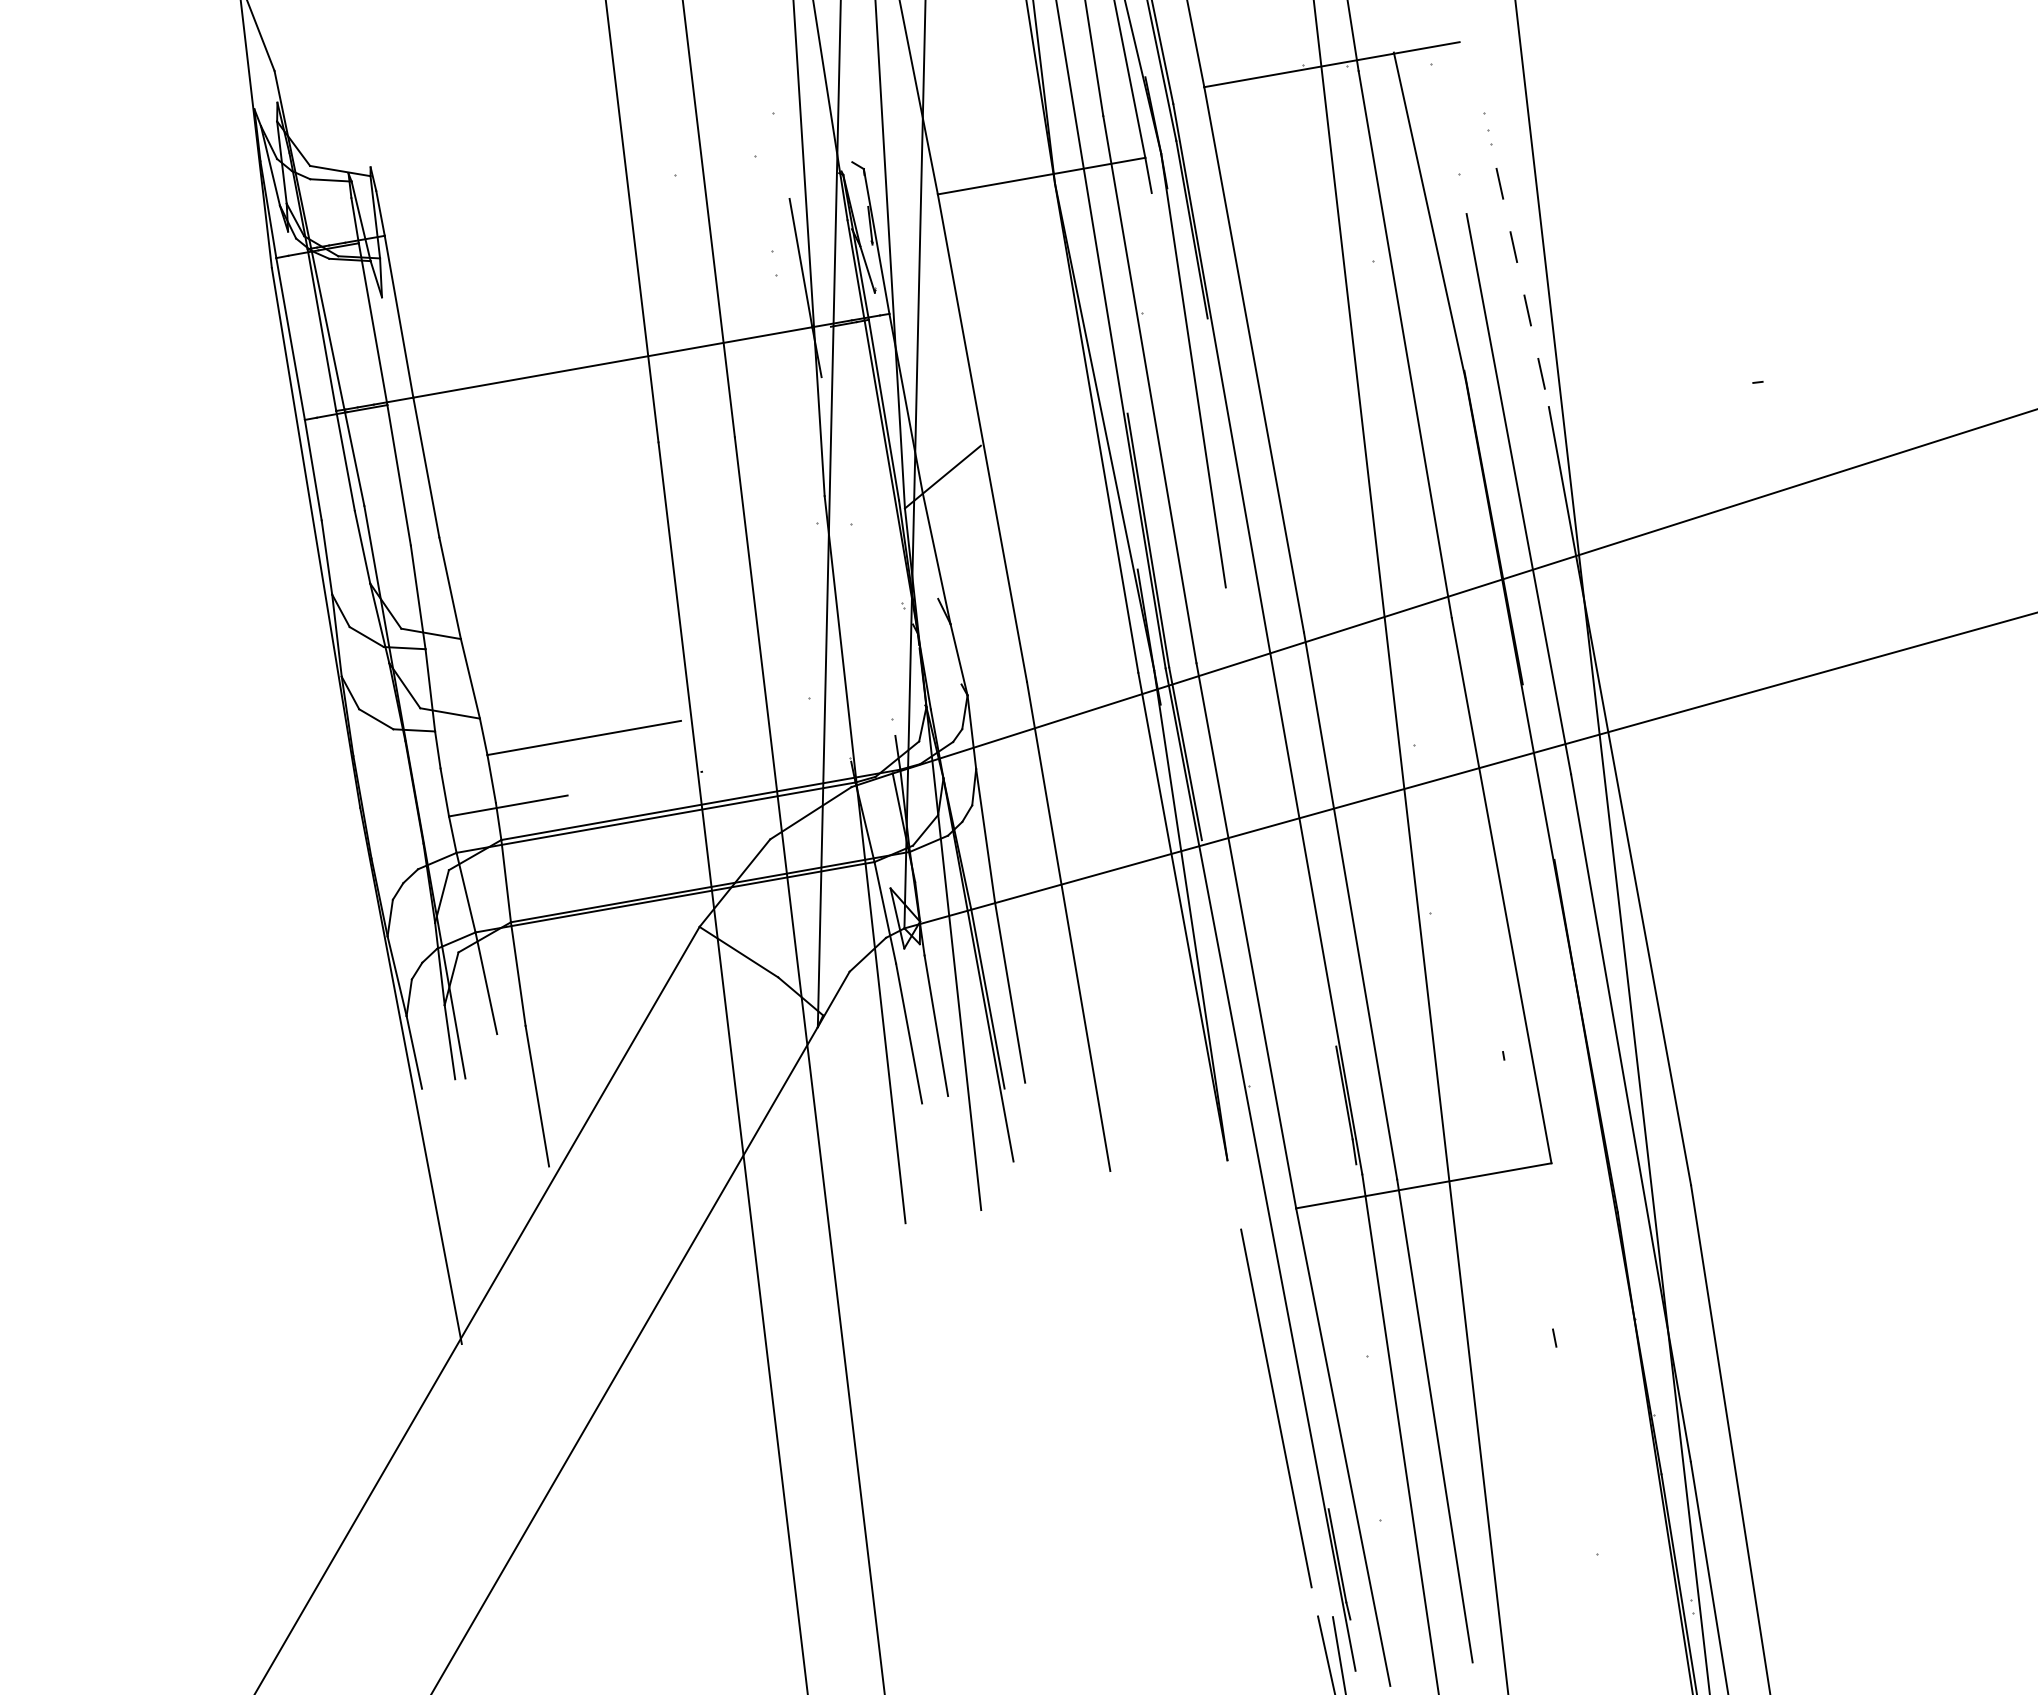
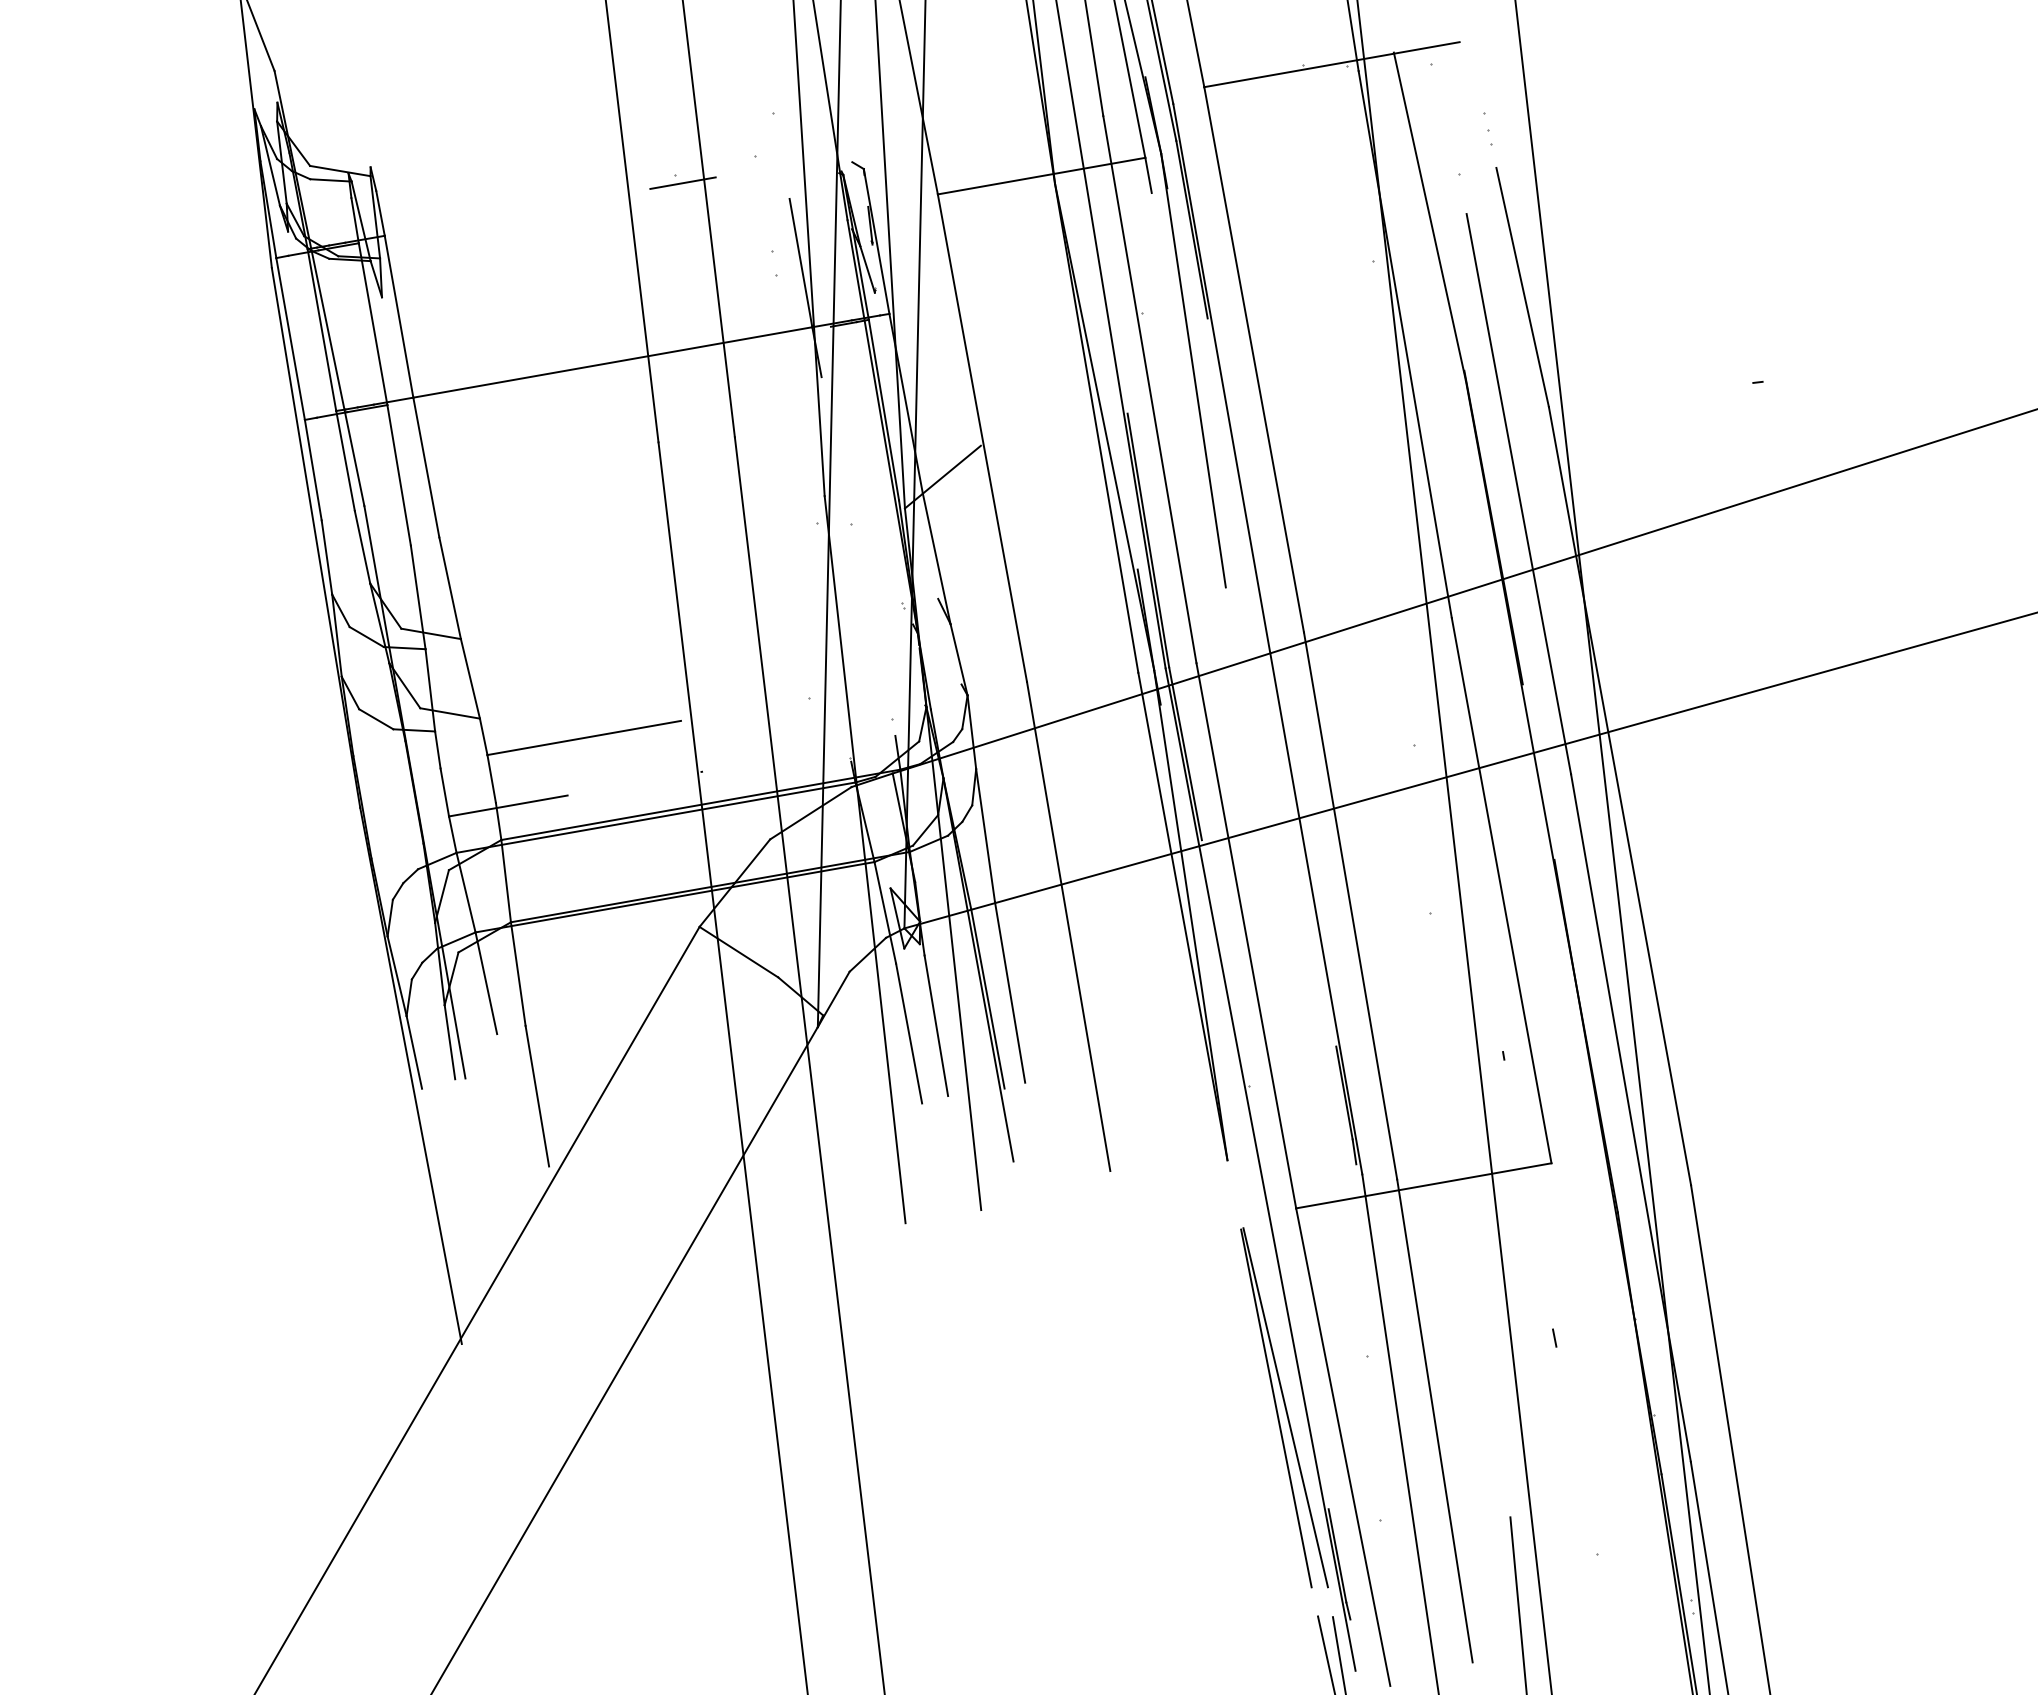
line at (682, 182): none -> present
line at (1522, 287): dashed -> solid
line at (1410, 846) position: (1410, 846) -> (1454, 846)
line at (1285, 1407): none -> present
line at (1518, 1604): none -> present
